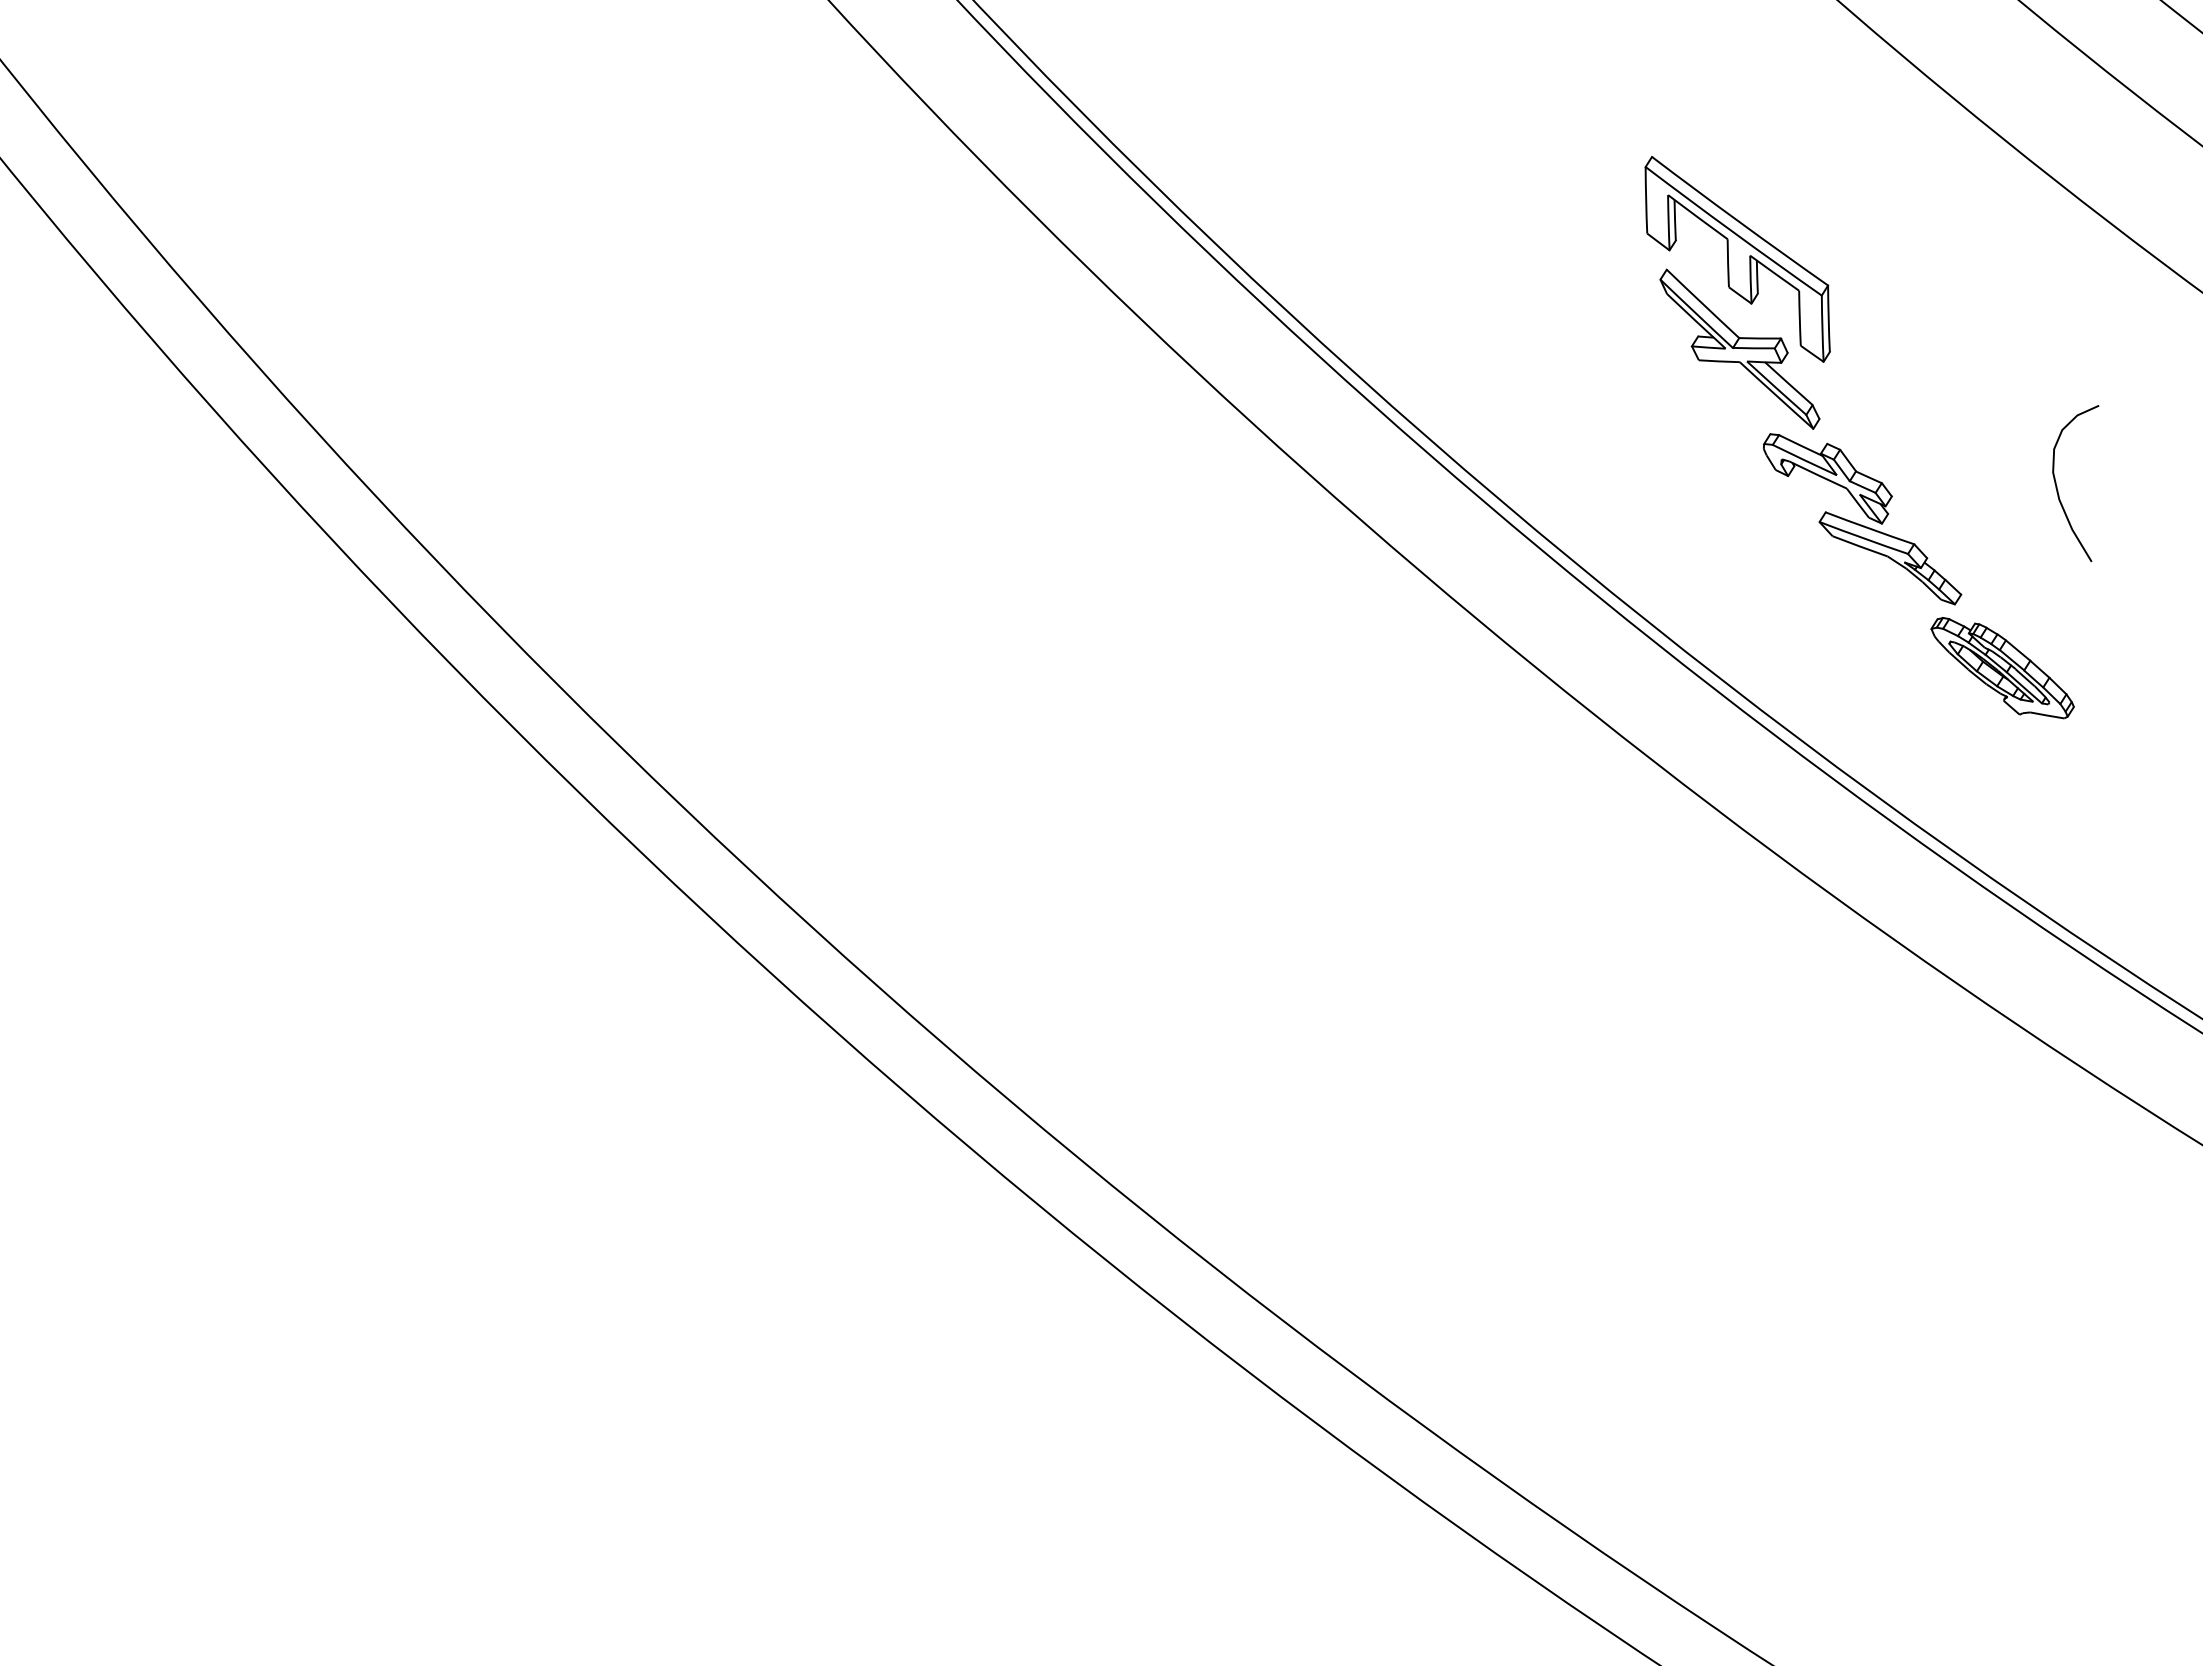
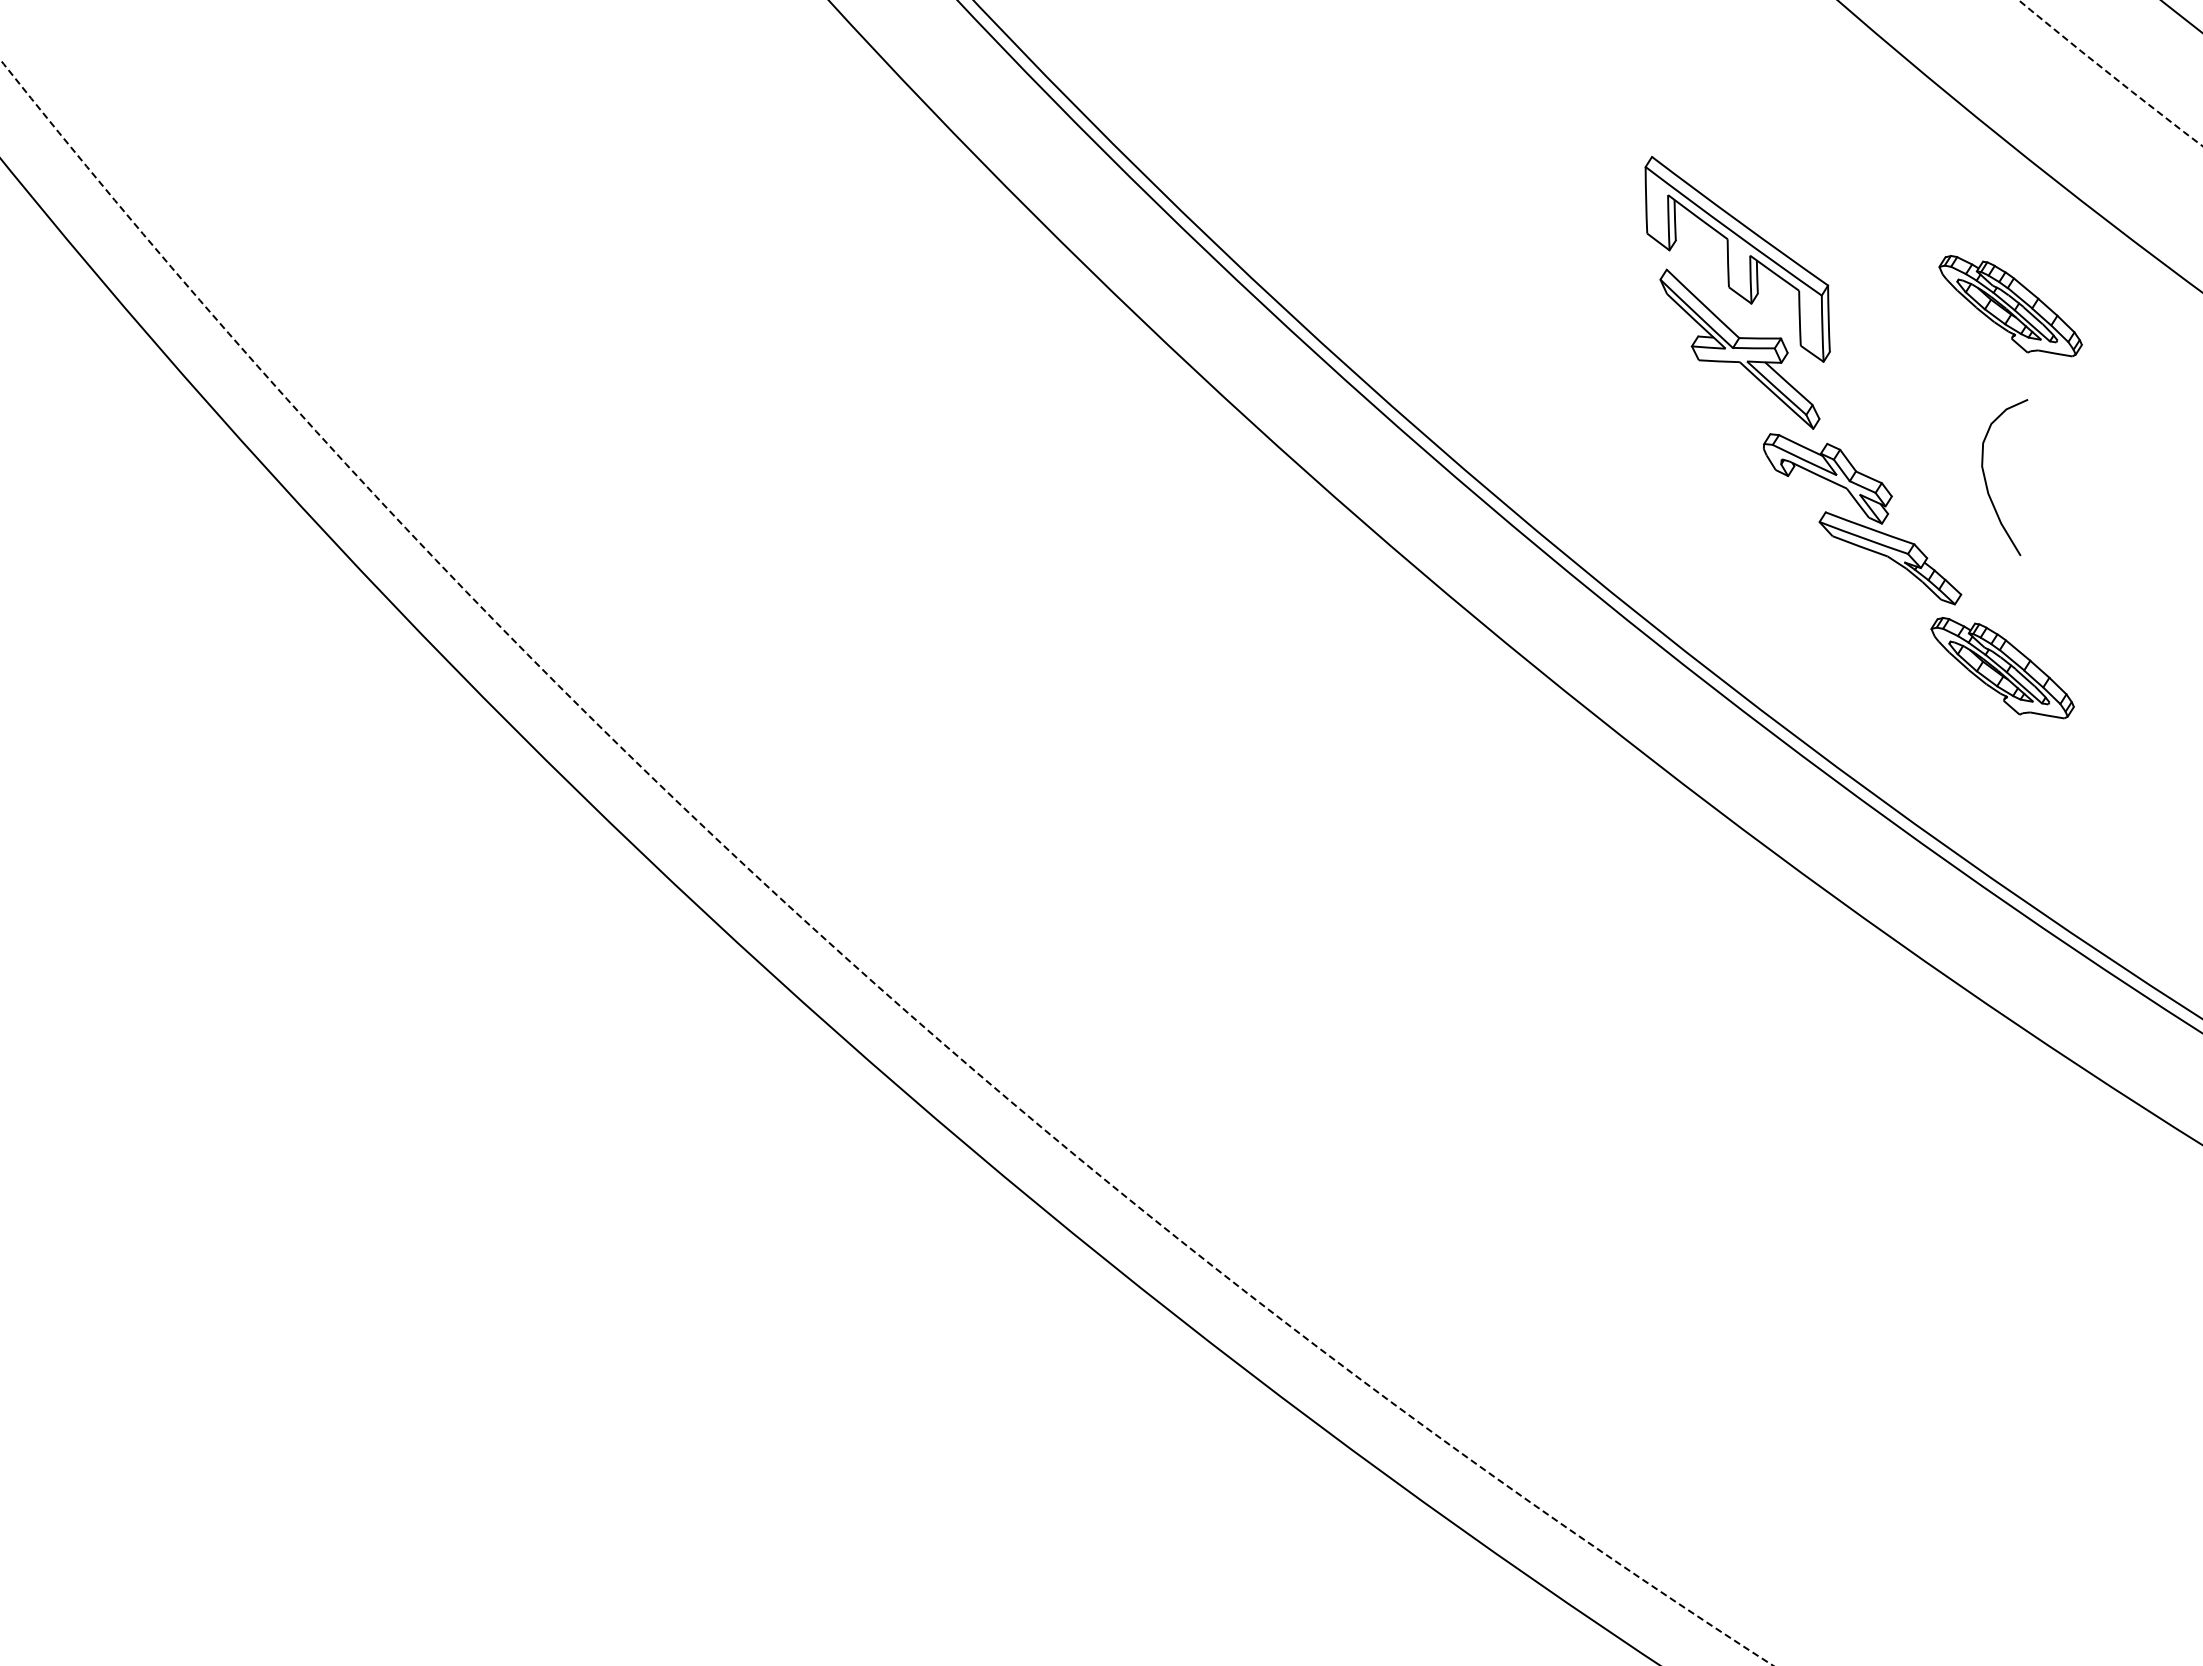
arc at (2110, 74): solid -> dashed
part at (2010, 306): none -> present
curve at (2057, 486) position: (2057, 486) -> (1986, 480)
circle at (886, 862): solid -> dashed
